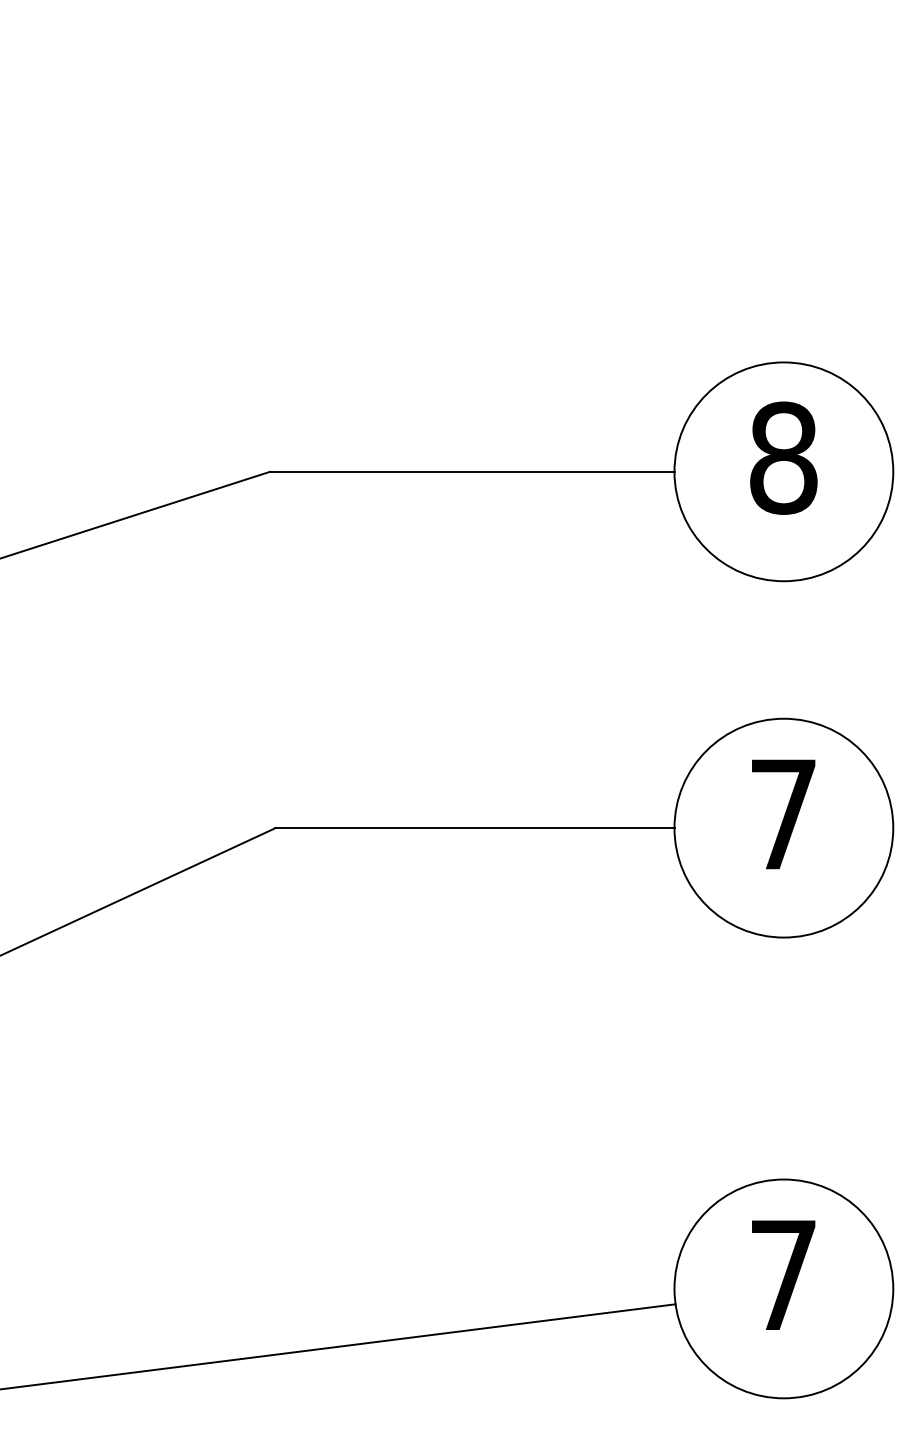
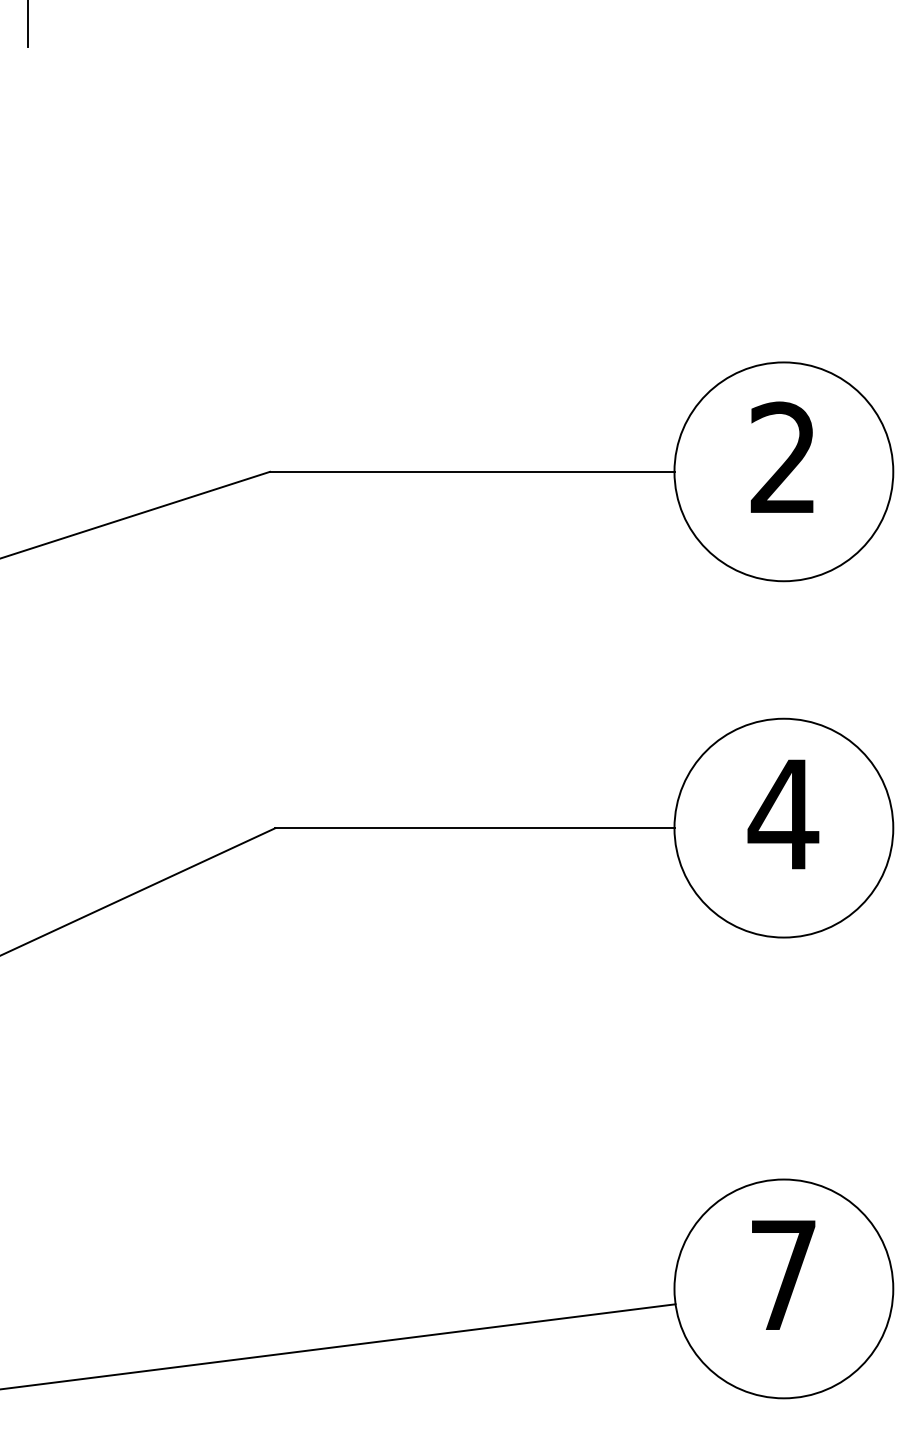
line at (27, 24): none -> present
text at (783, 457): 8 -> 2
text at (783, 814): 7 -> 4
